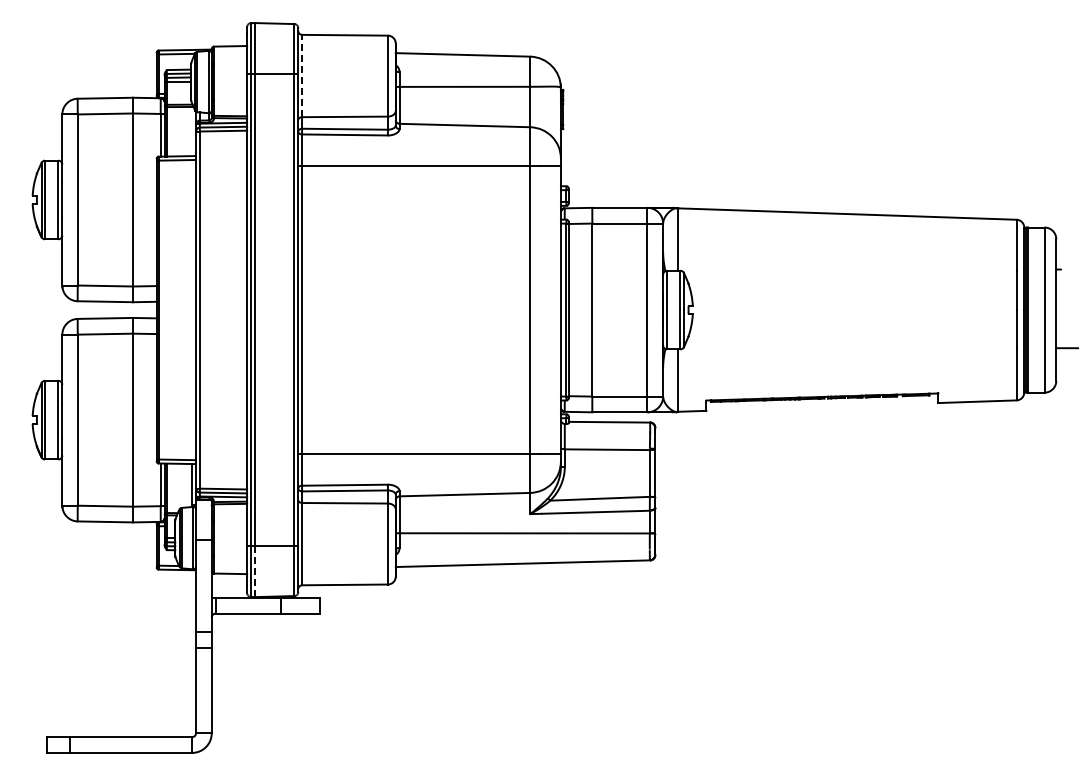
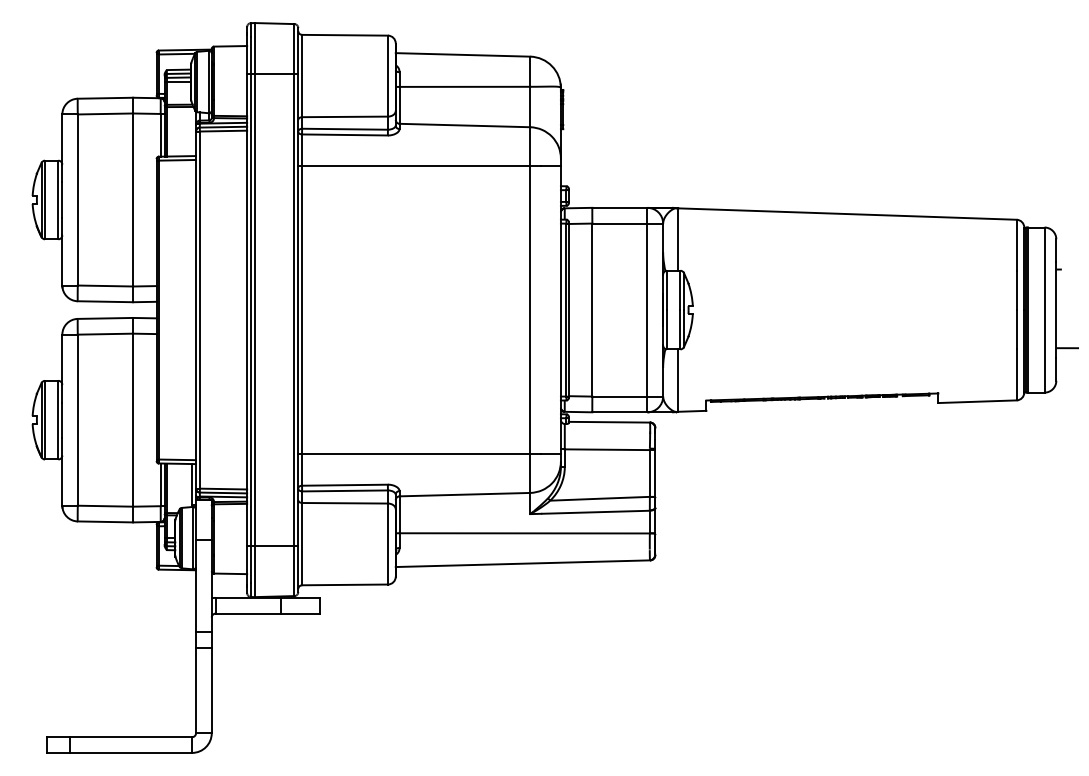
line at (302, 75): dashed -> solid
line at (255, 571): dashed -> solid
